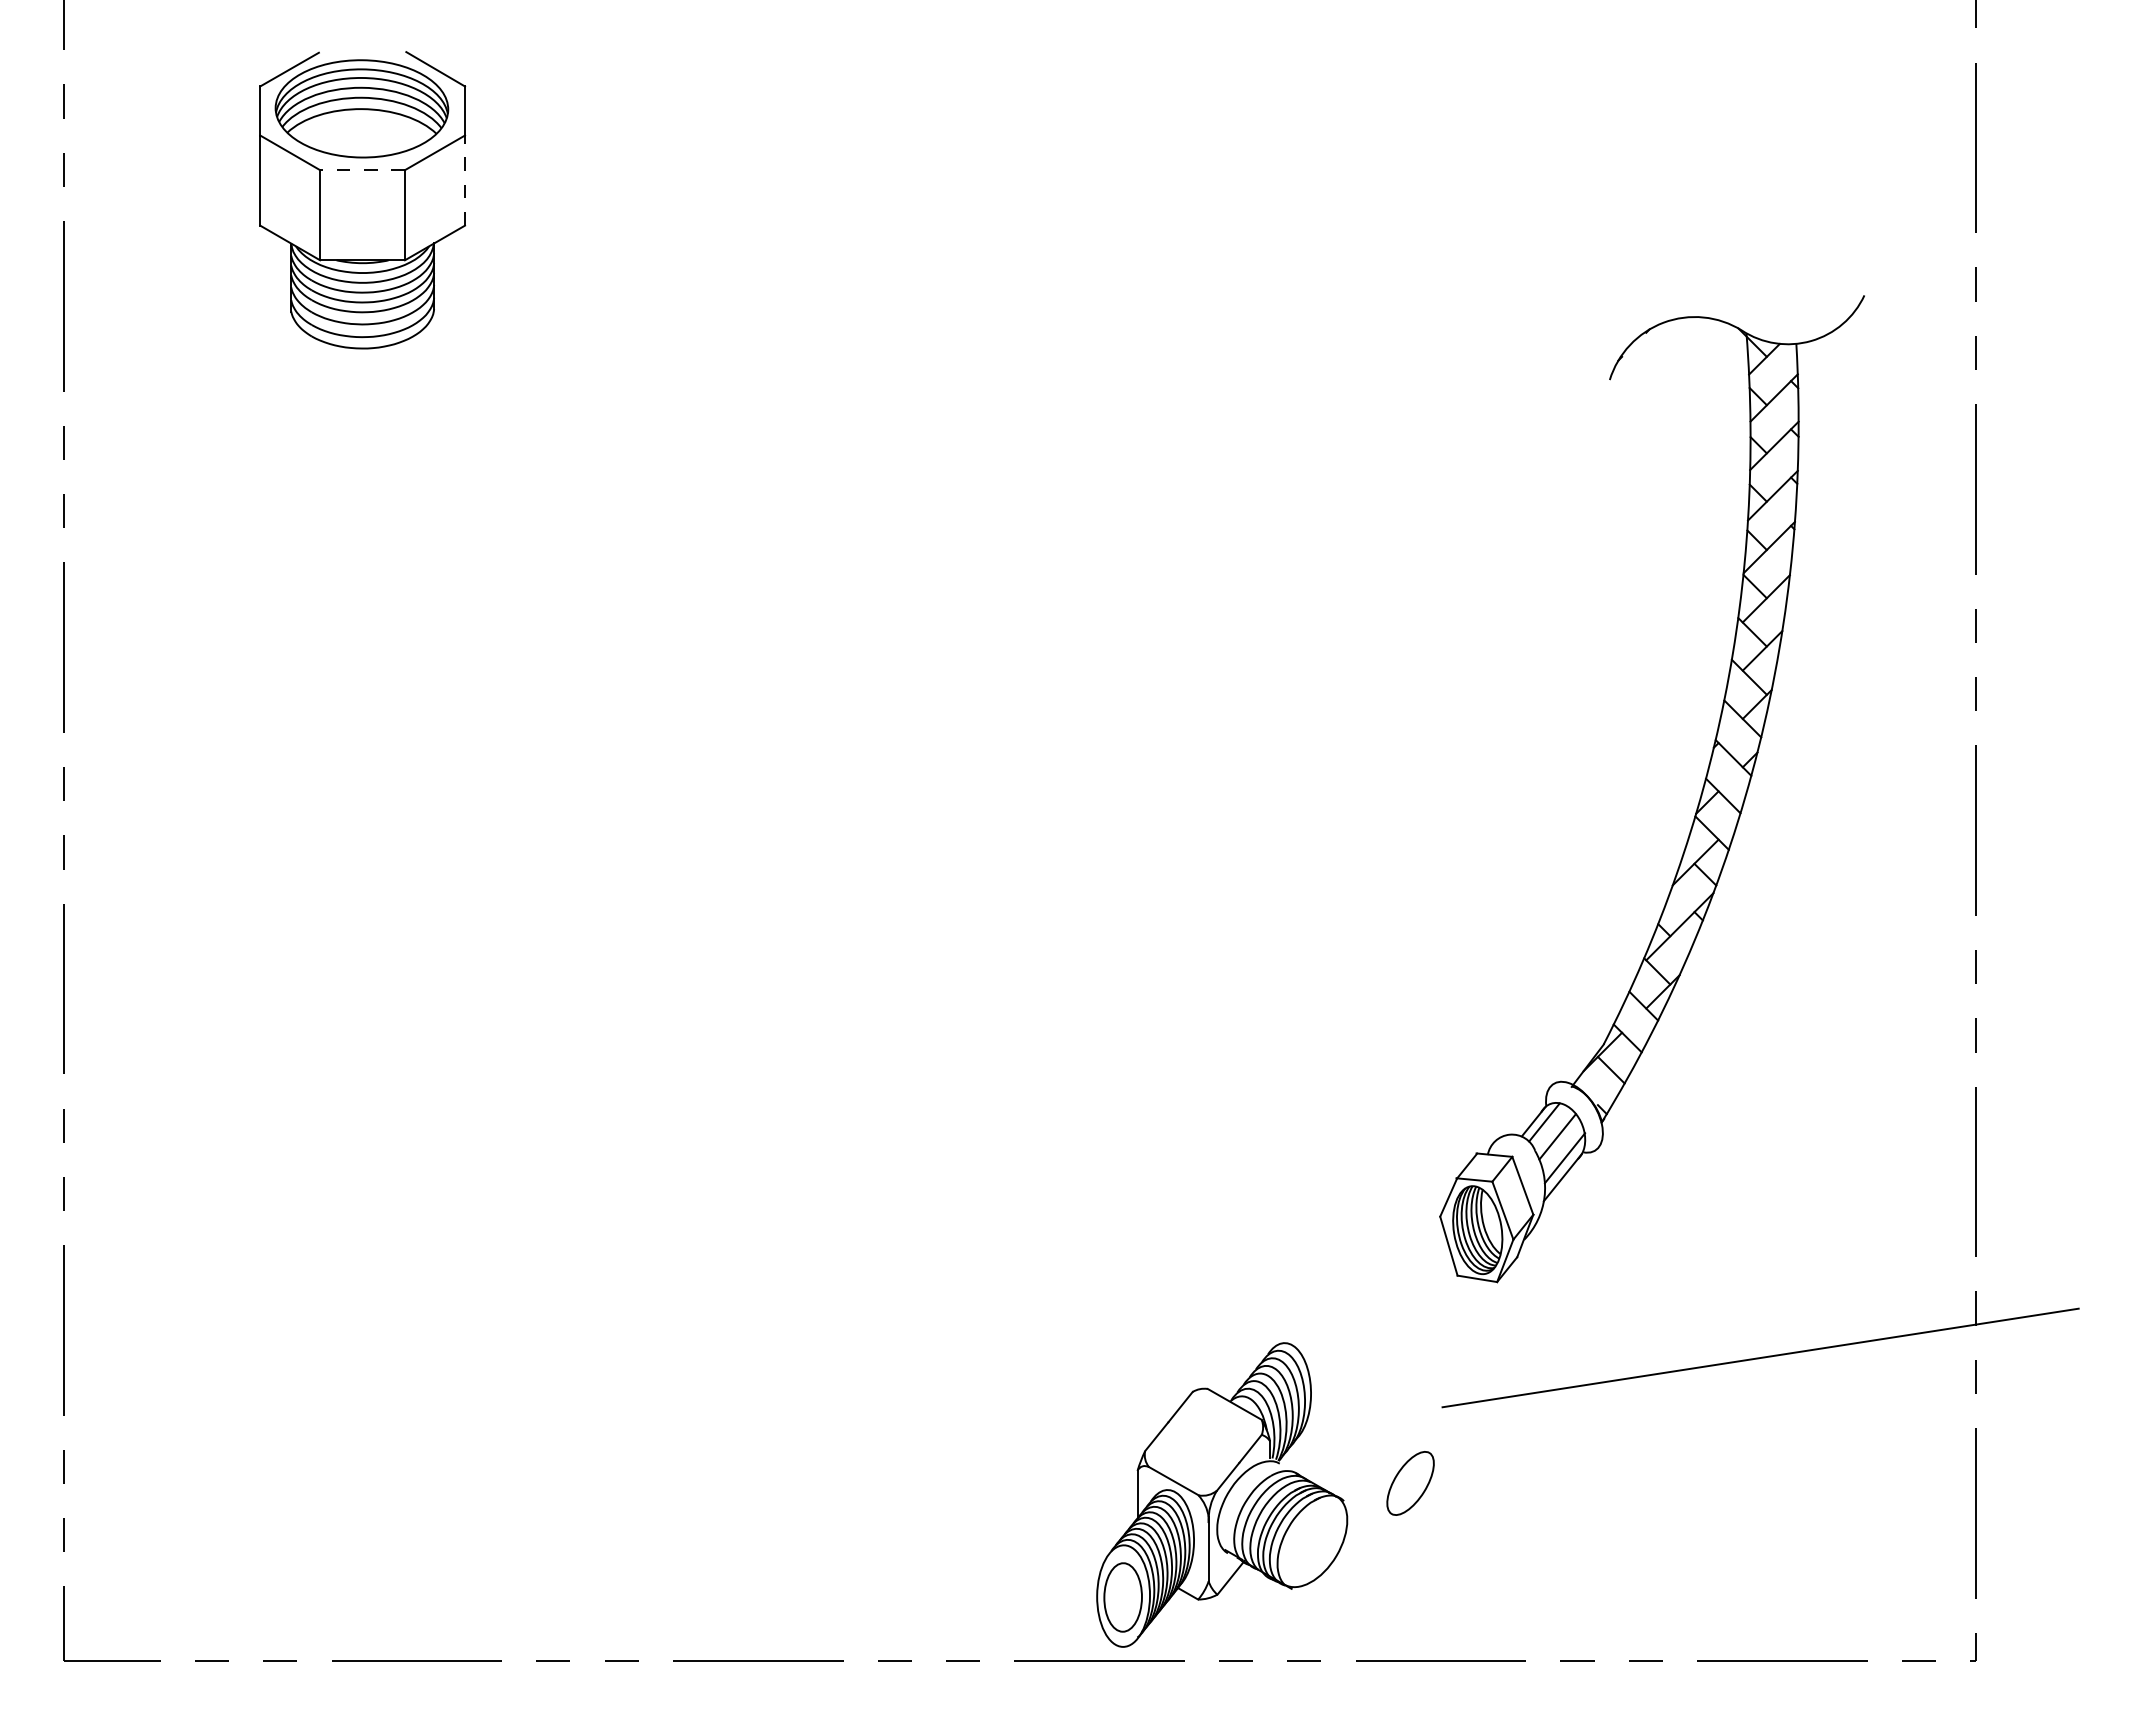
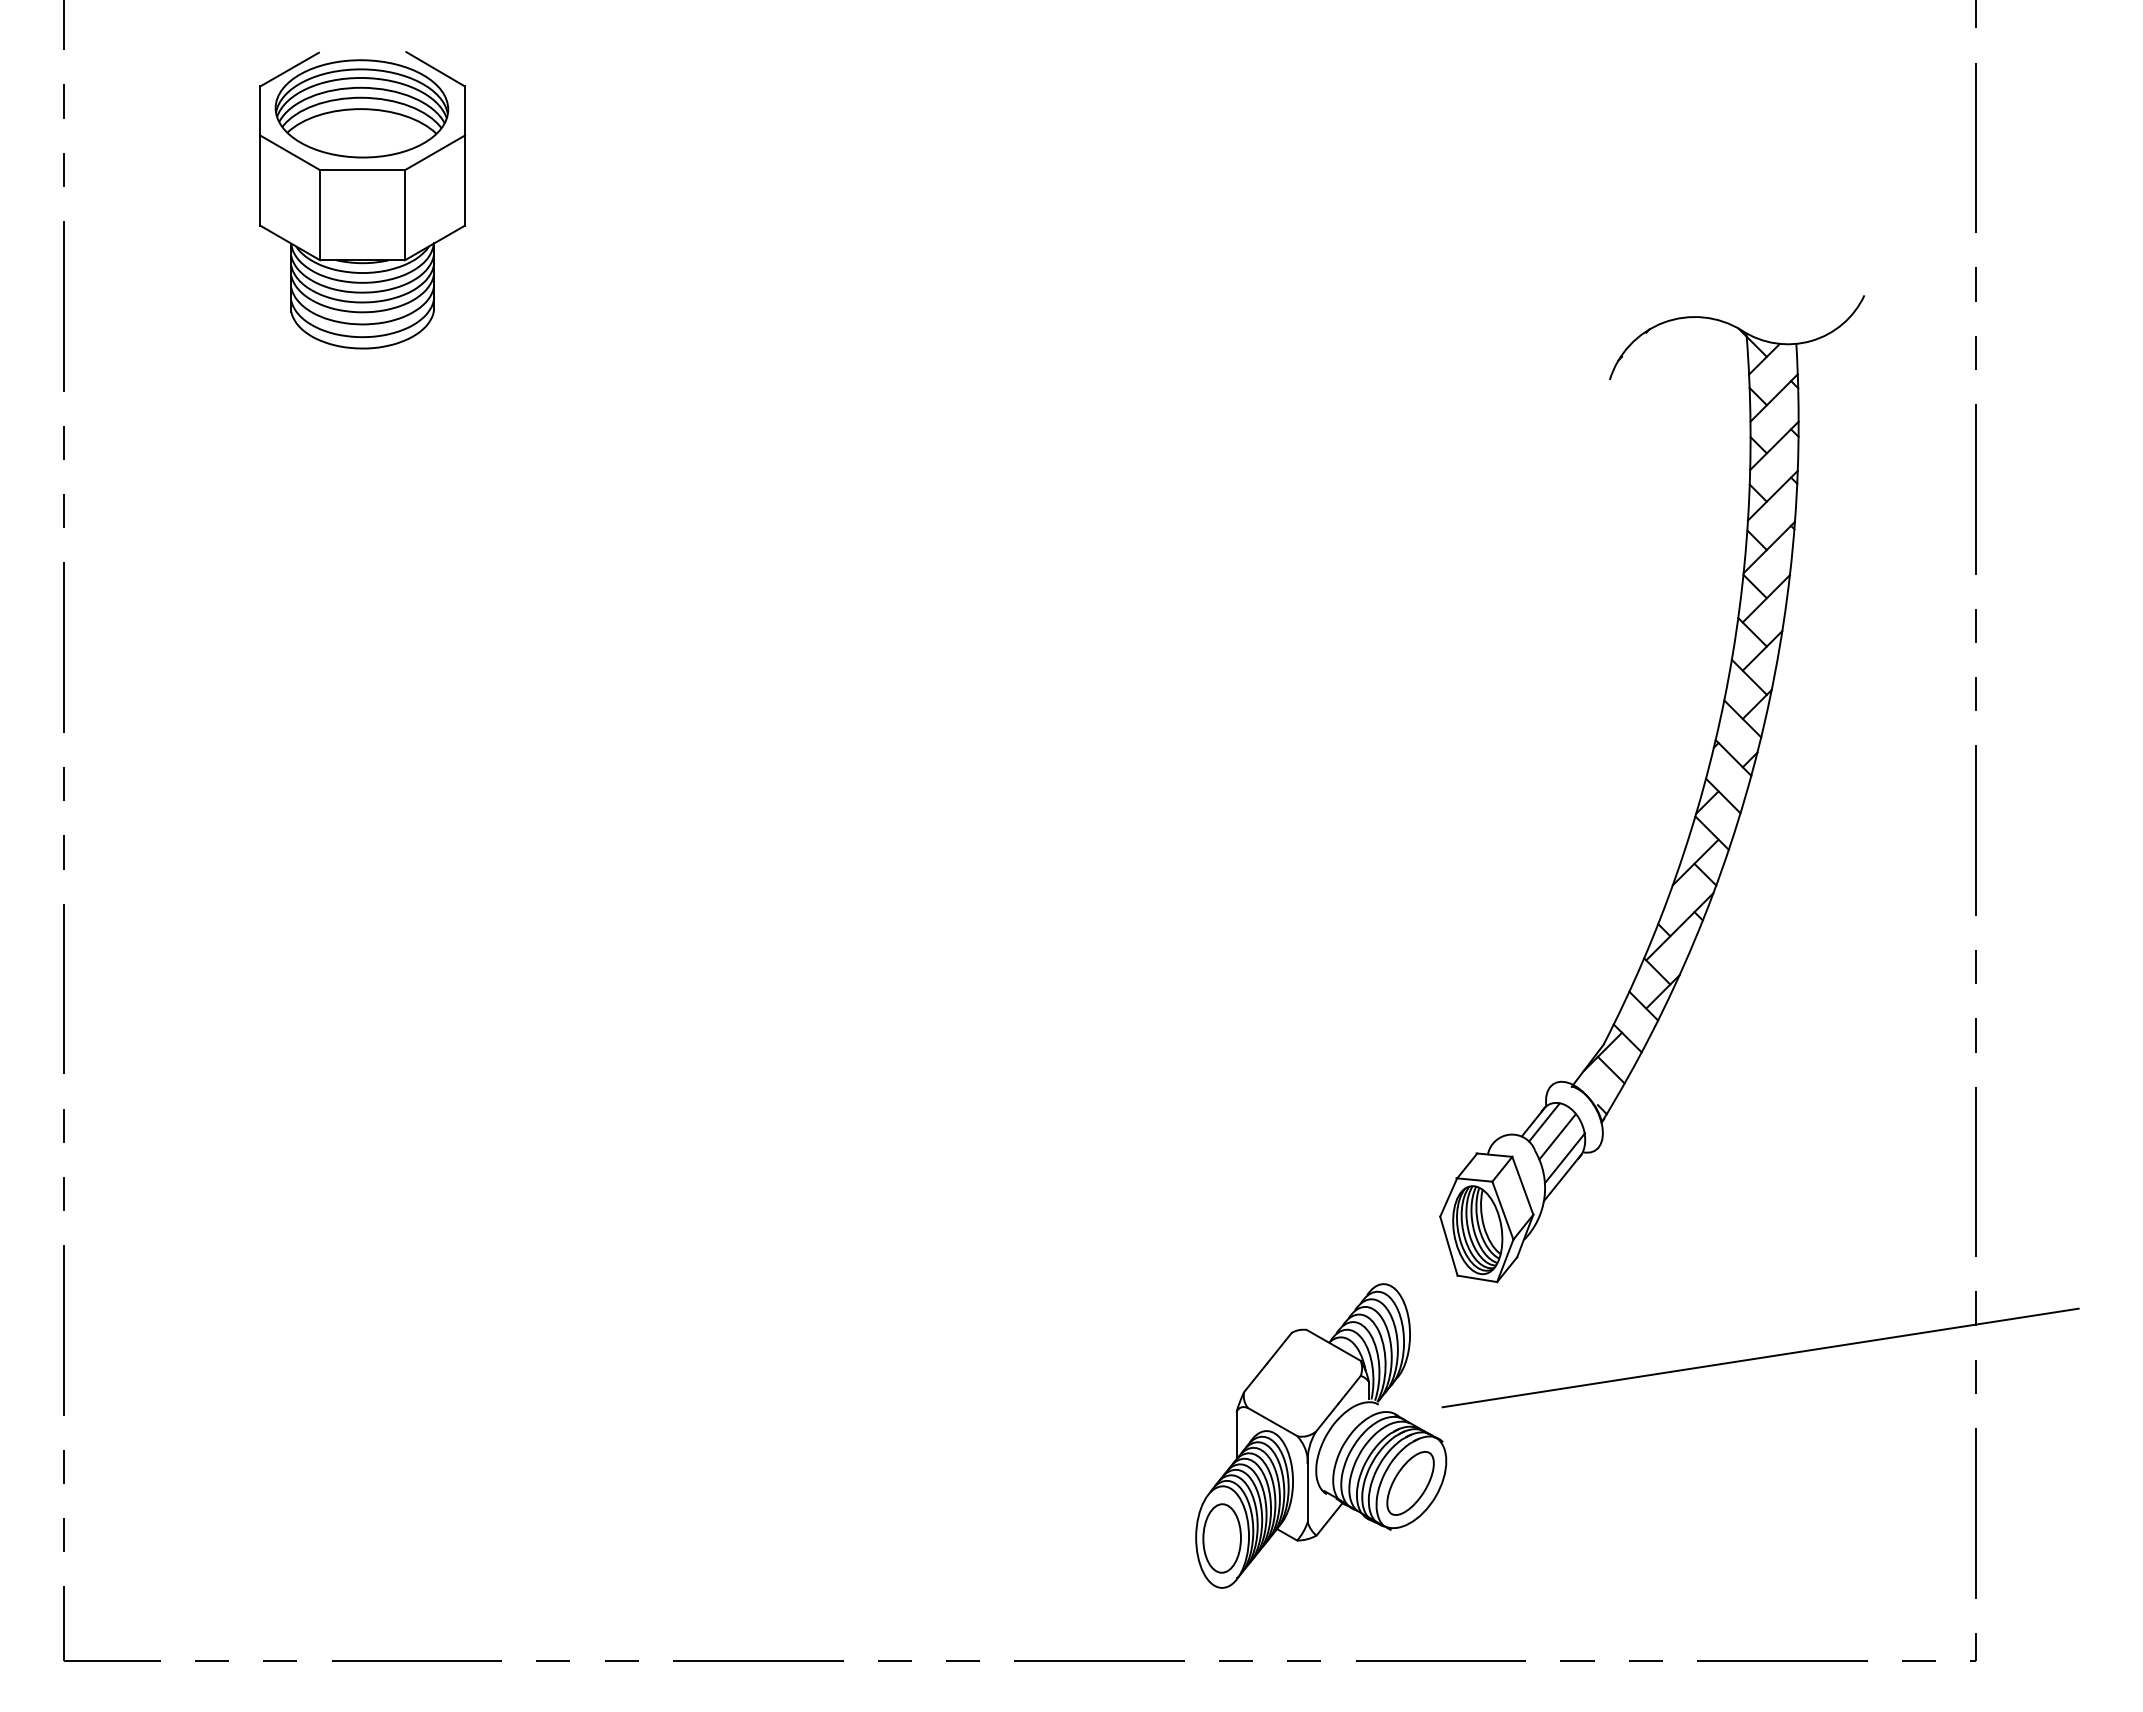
line at (362, 170): dashed -> solid
line at (465, 180): dashed -> solid
part at (1222, 1494) position: (1222, 1494) -> (1321, 1435)
